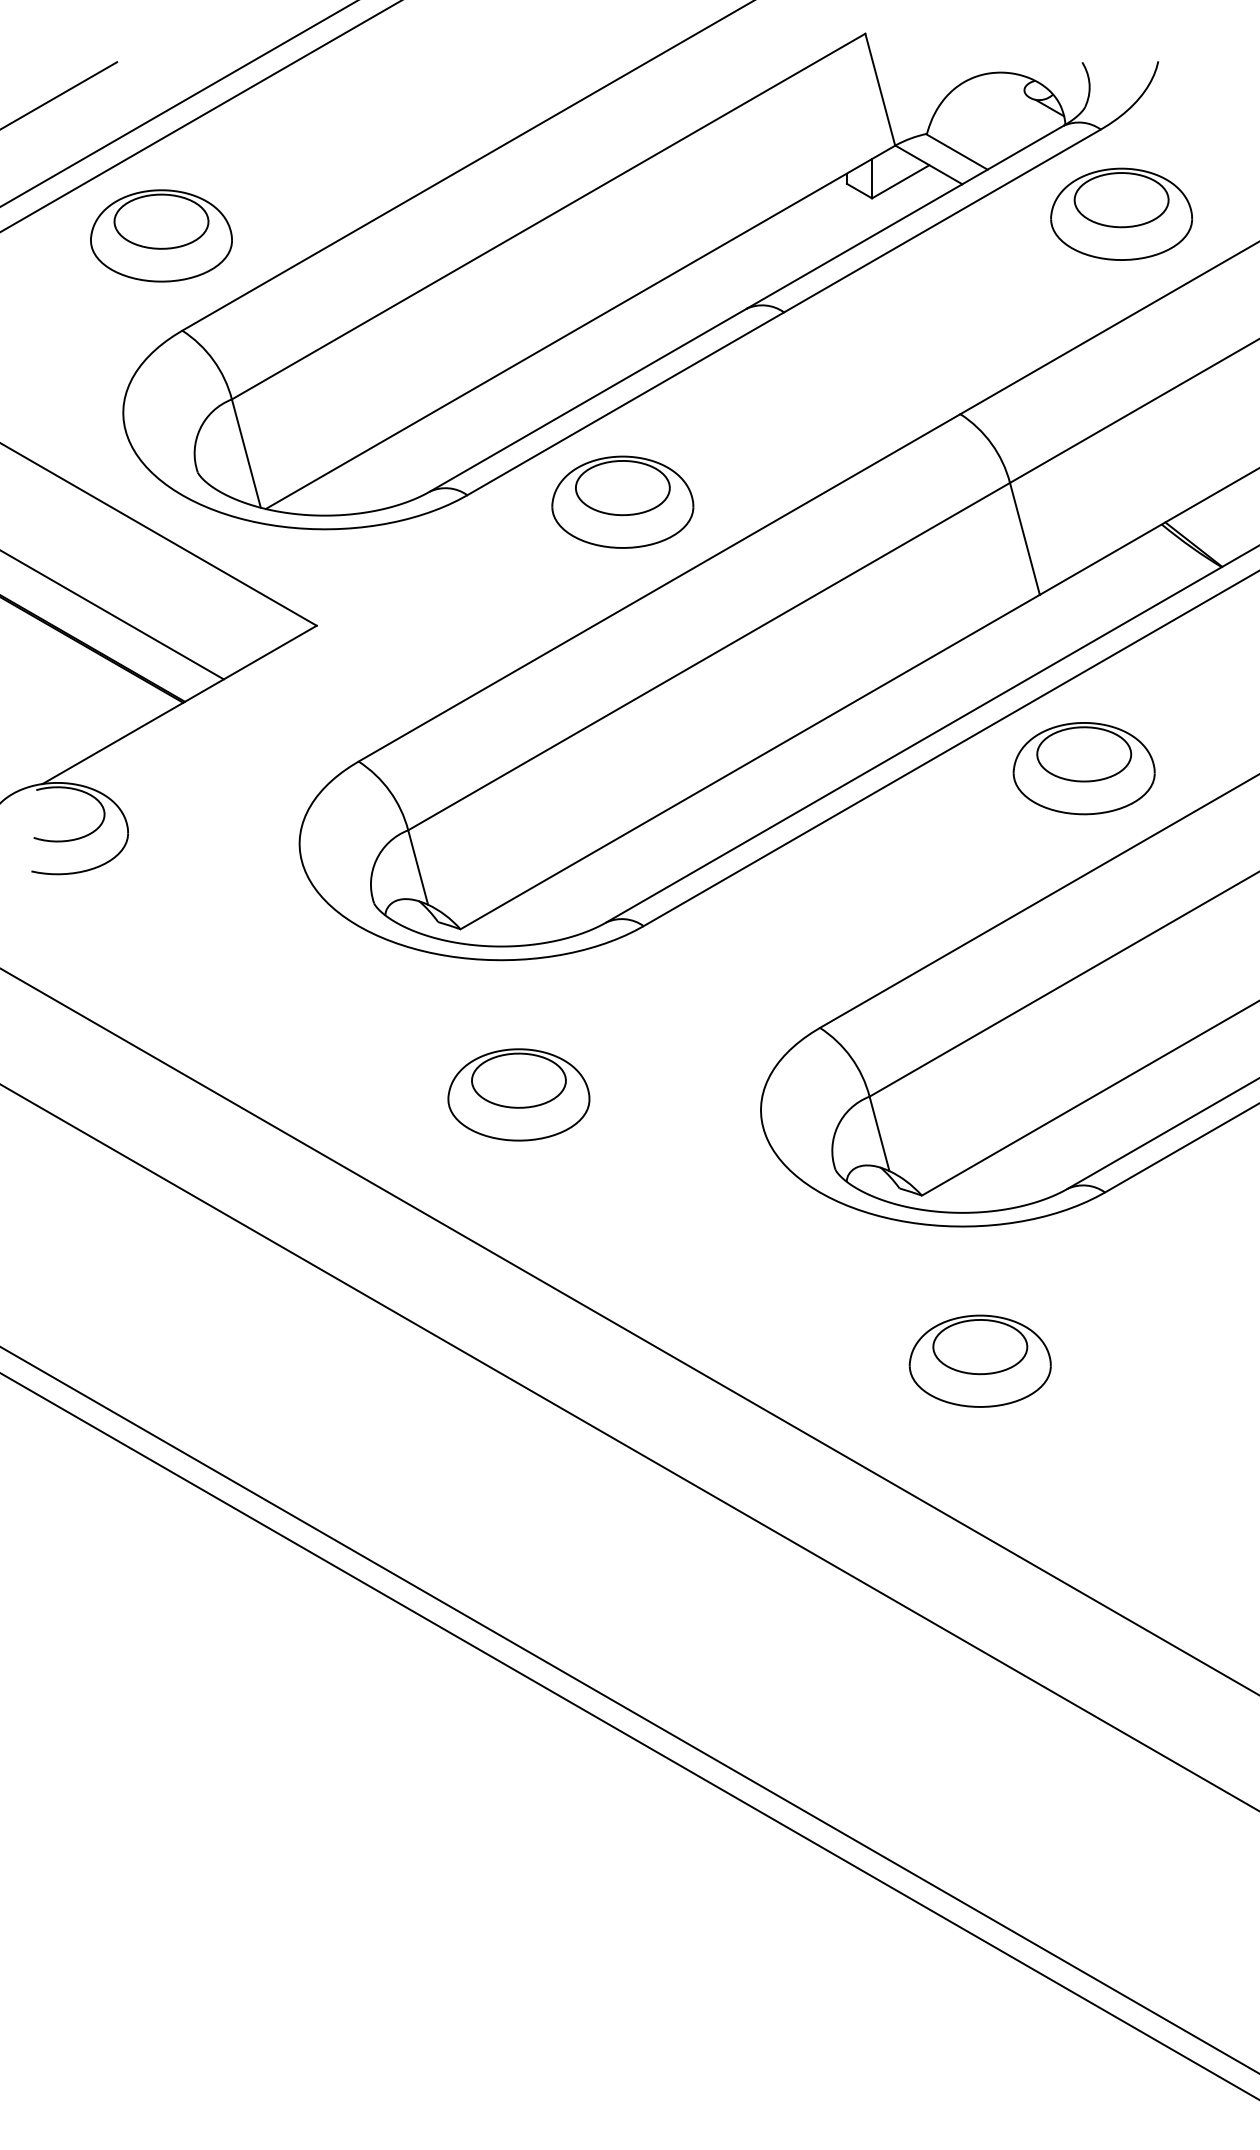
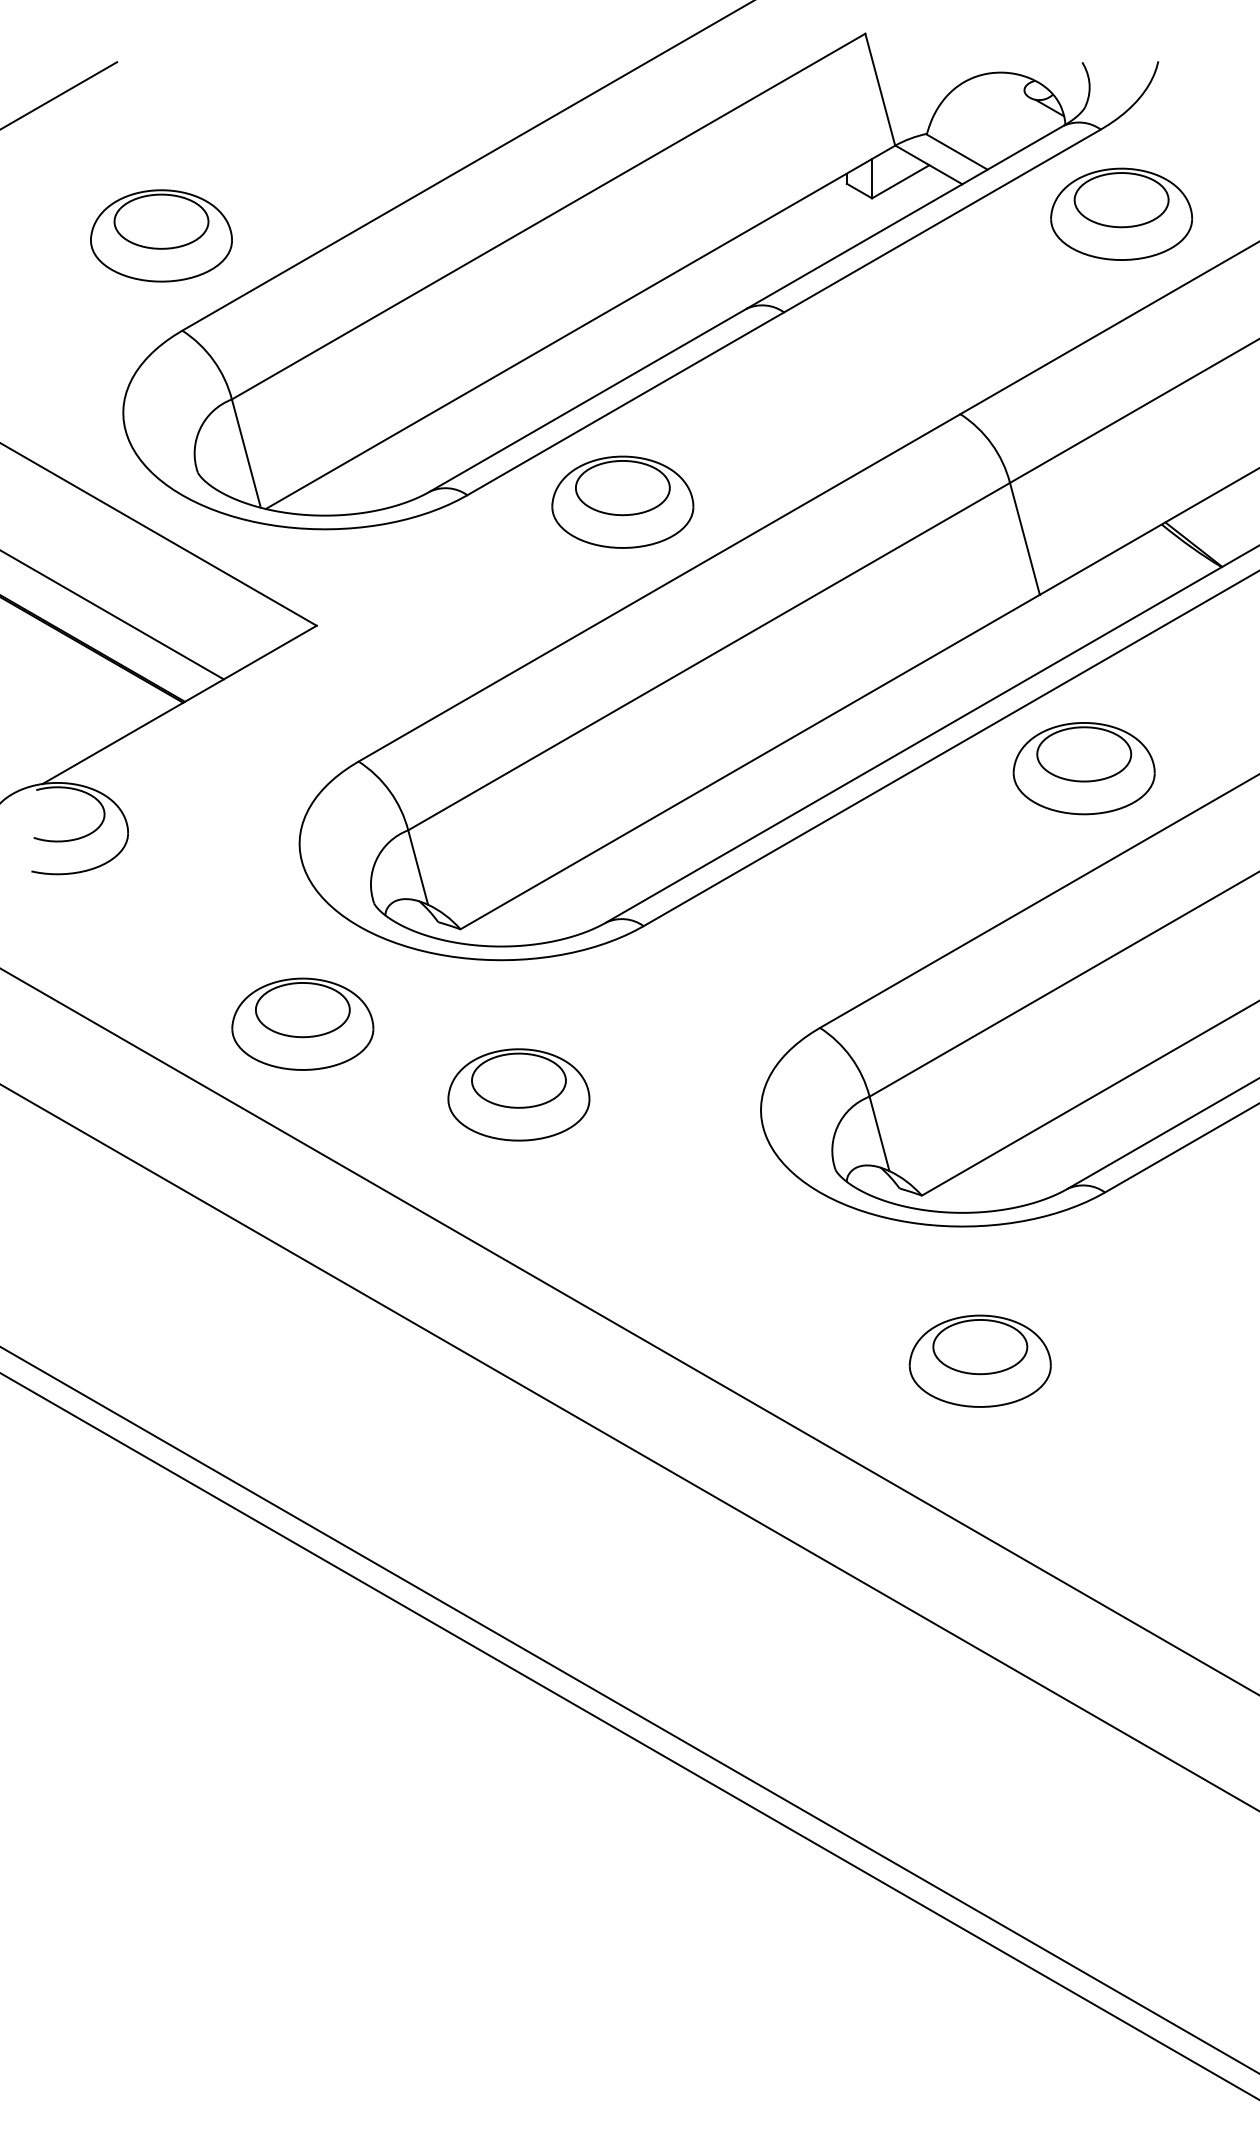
line at (178, 103): present -> none
line at (200, 116): present -> none
part at (302, 1023): none -> present
